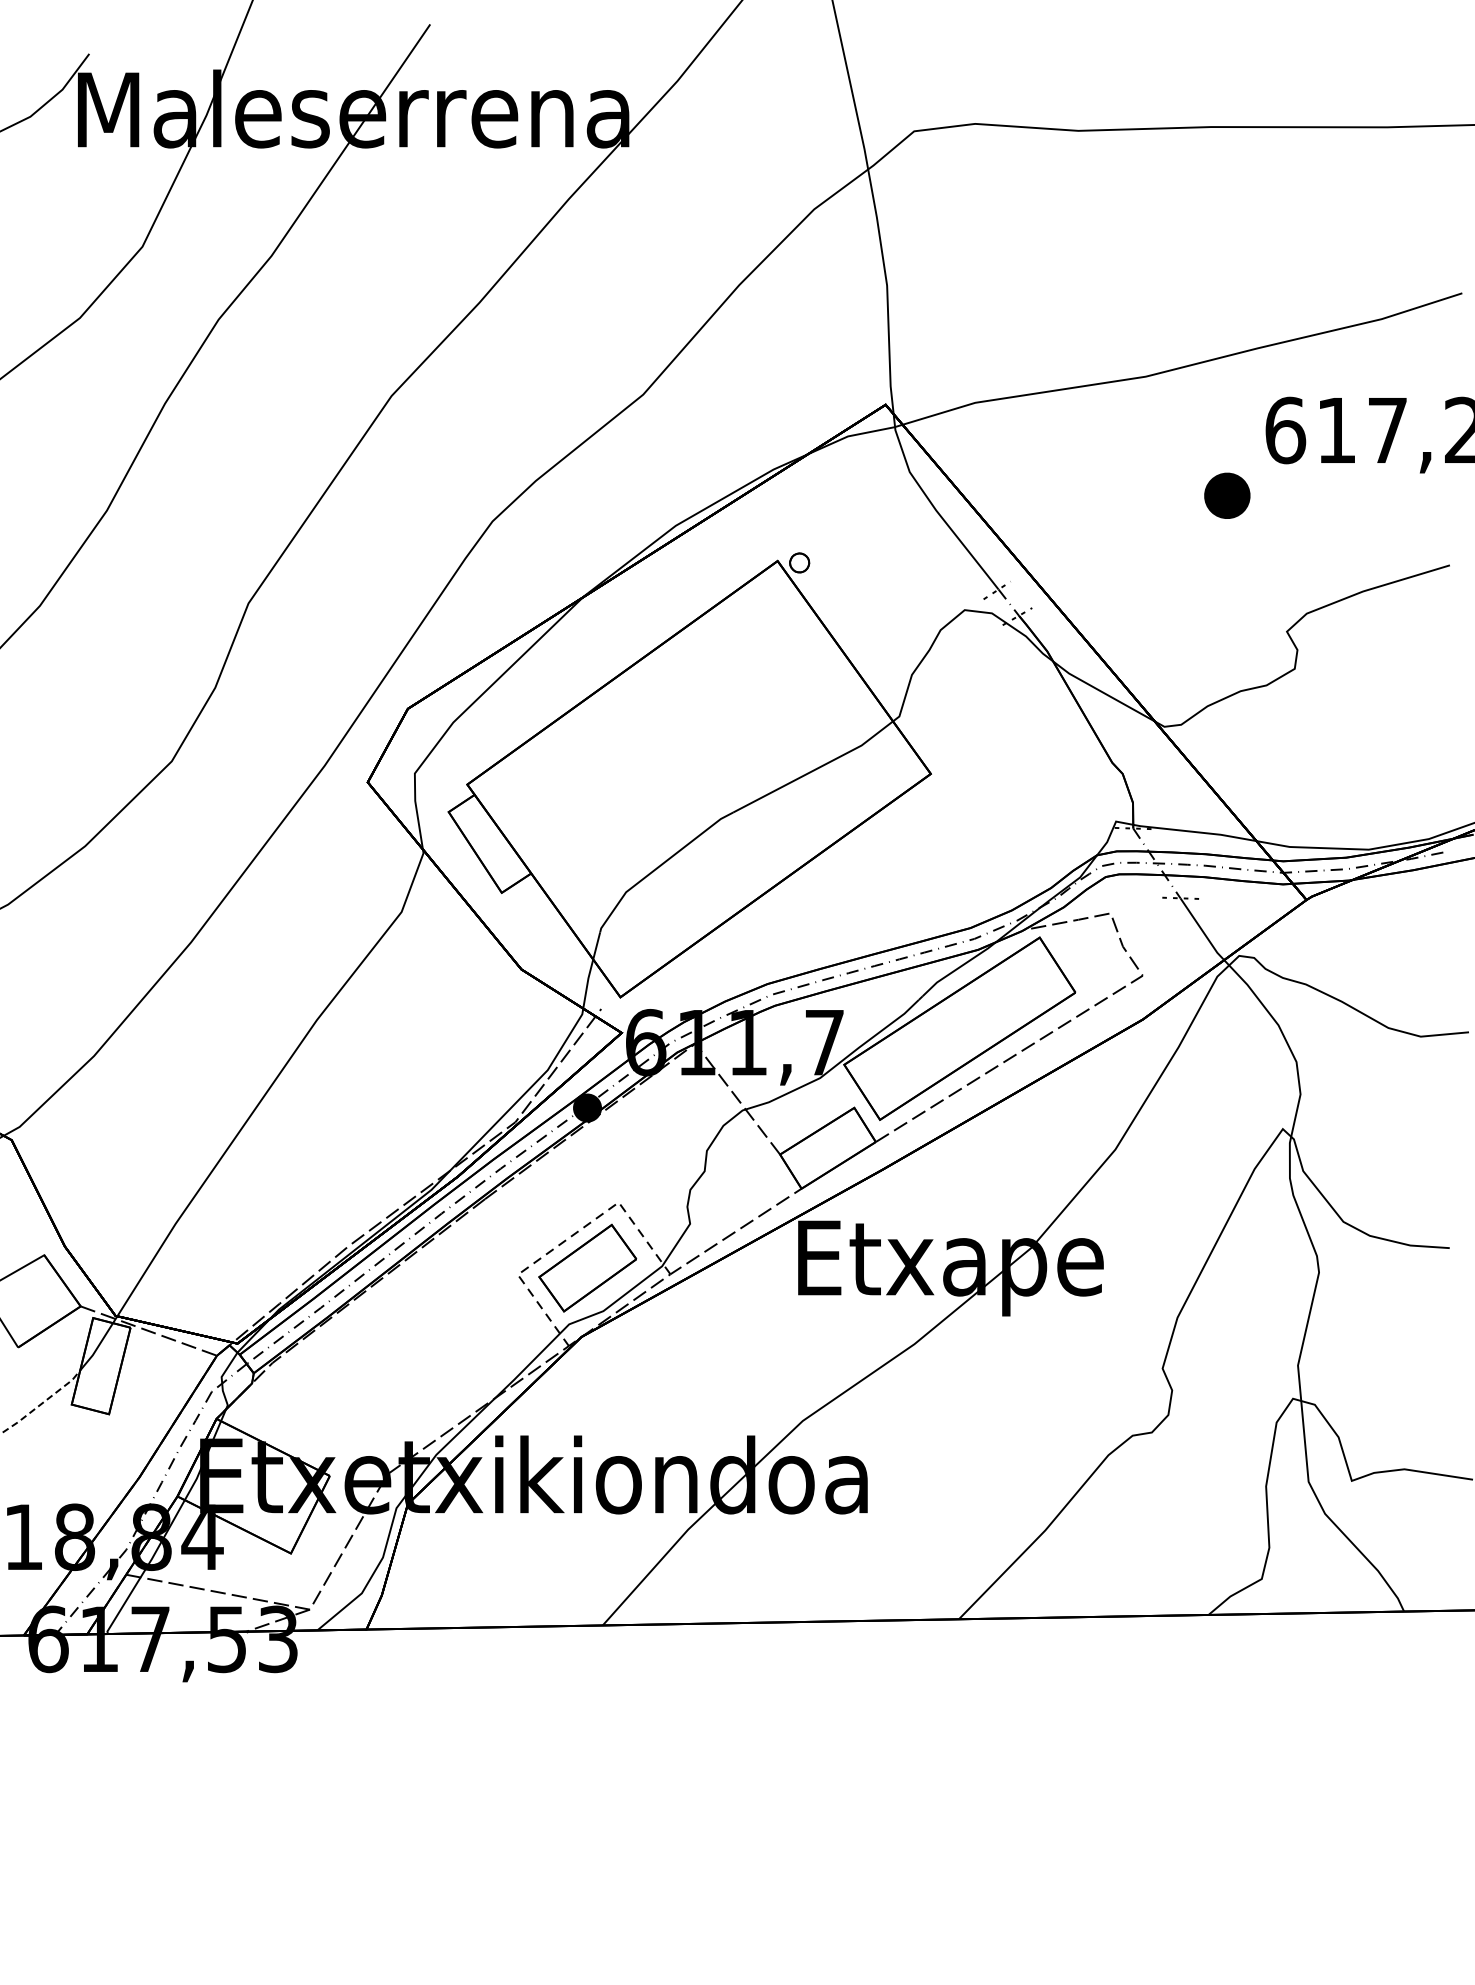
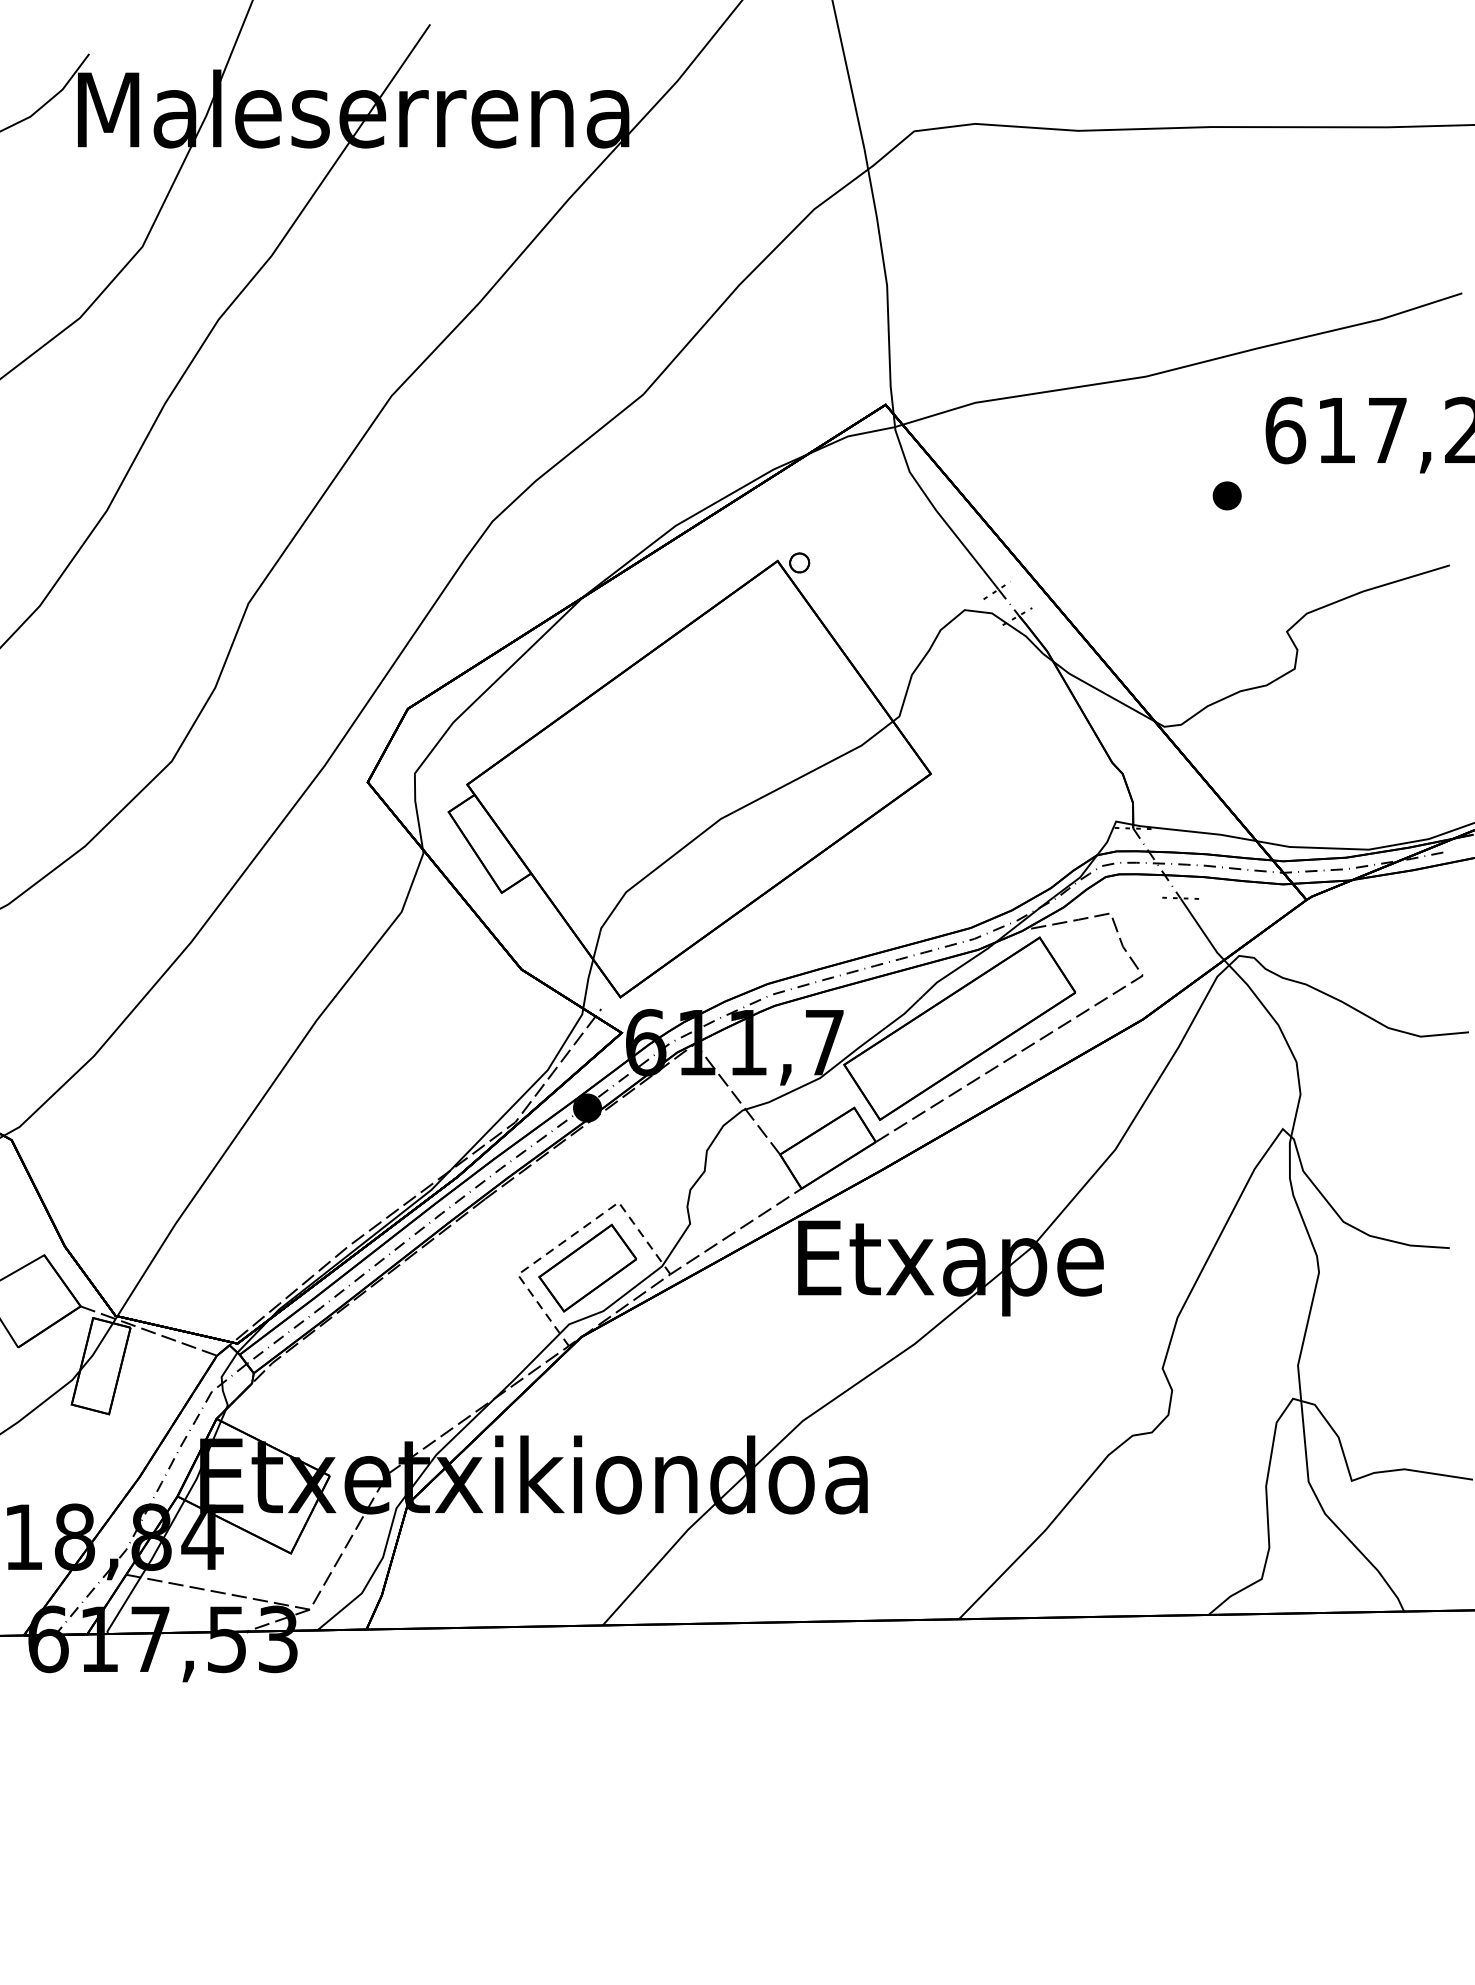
part at (1227, 495) size: 47x47 px -> 30x30 px
line at (41, 1403): dashed -> solid
